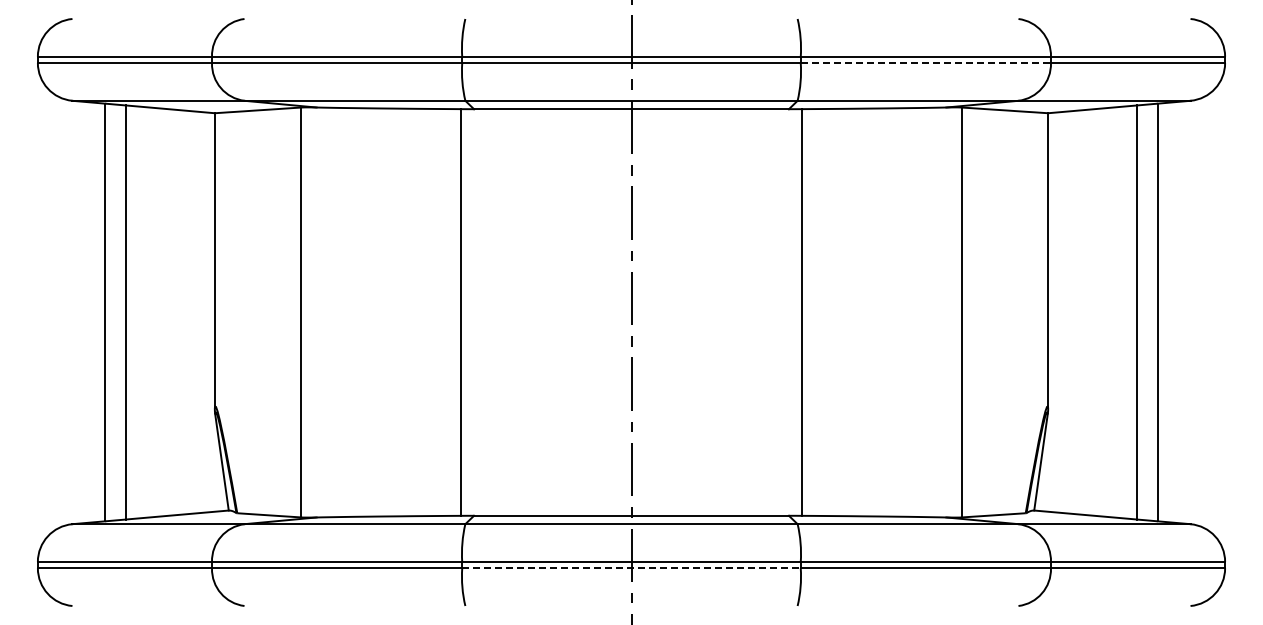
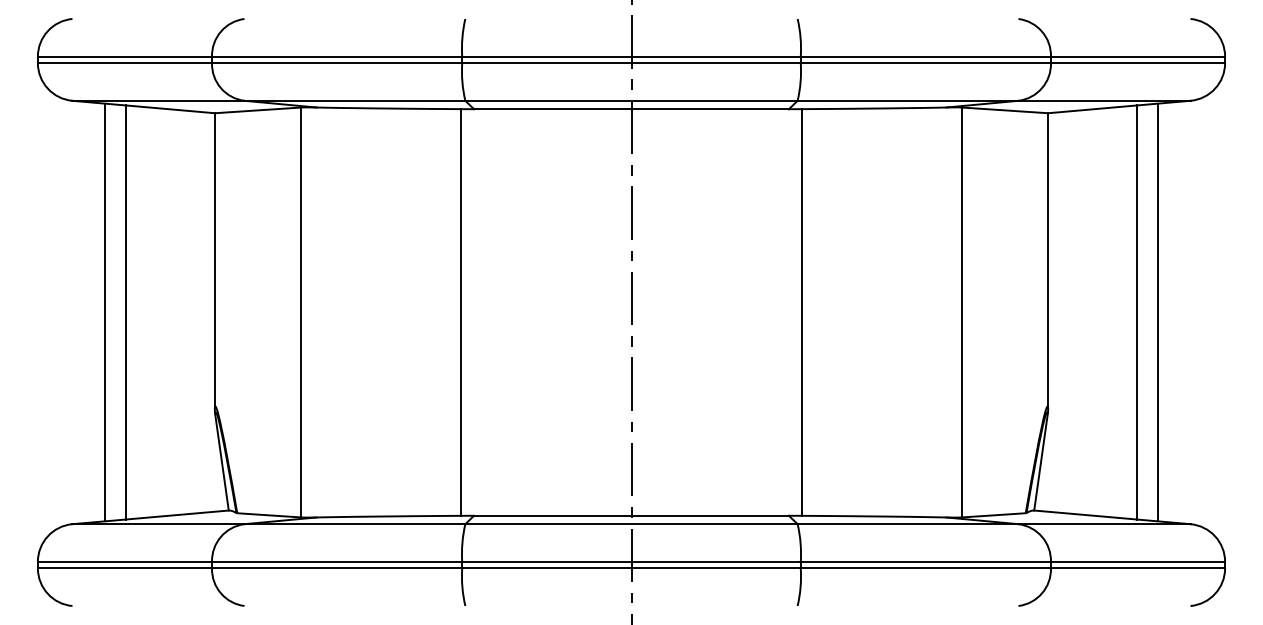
line at (926, 63): dashed -> solid
line at (631, 568): dashed -> solid
